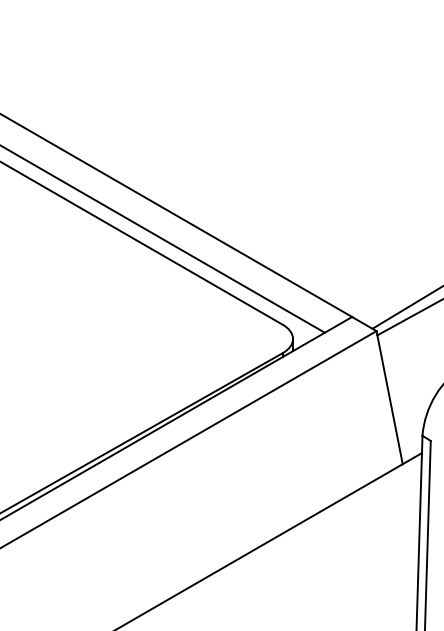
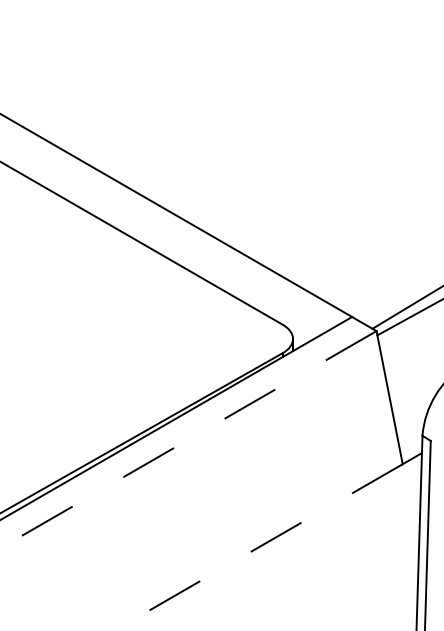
line at (163, 239): present -> none
line at (188, 439): solid -> dashed
line at (258, 547): solid -> dashed
